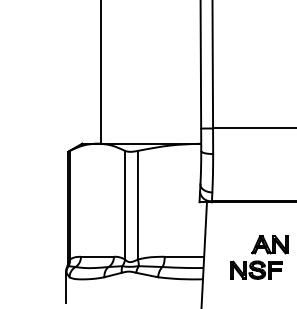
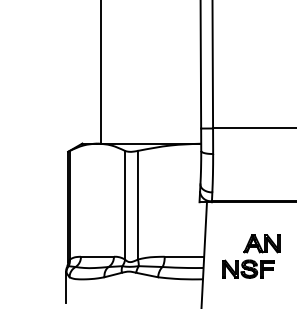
part at (259, 257) position: (259, 257) -> (251, 256)
